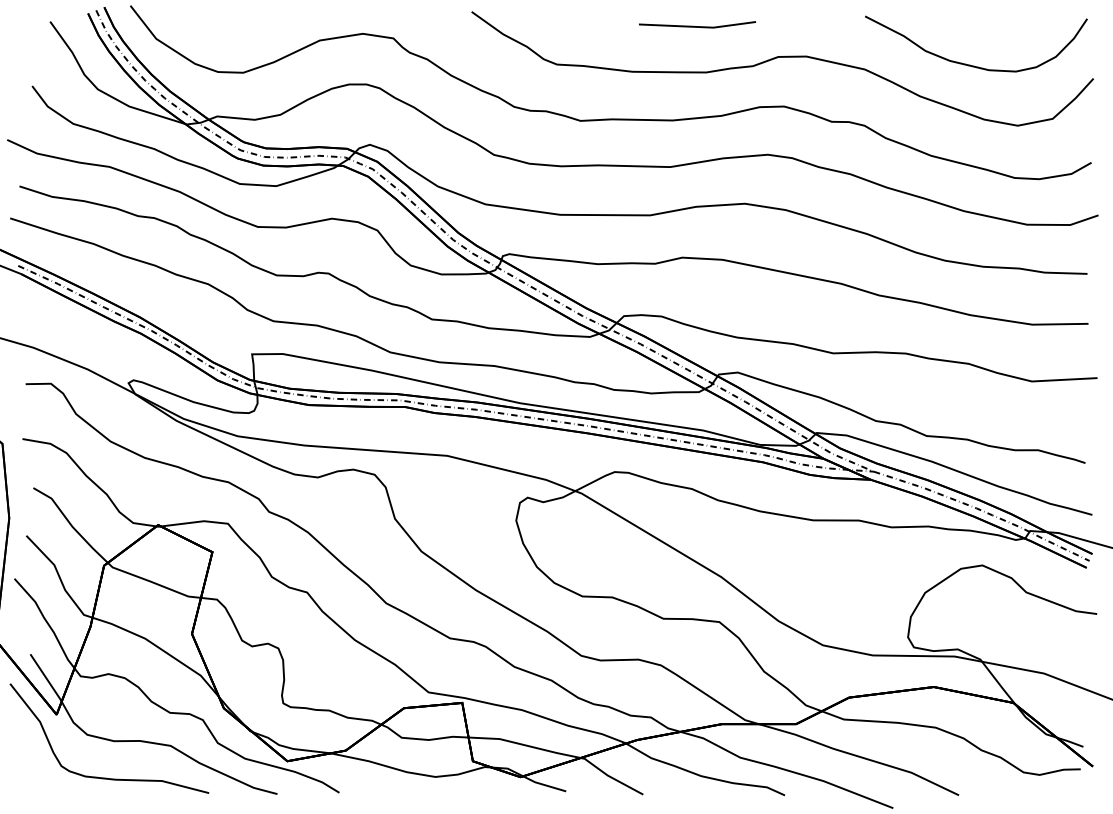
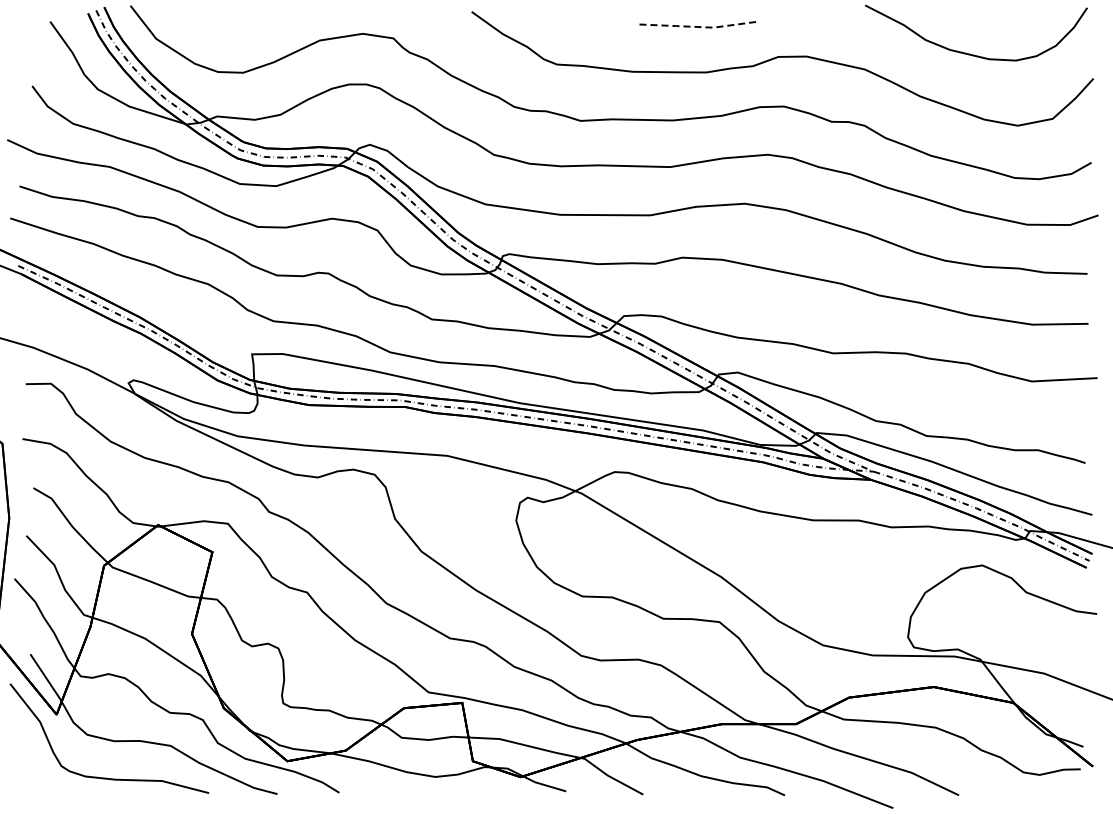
line at (697, 26): solid -> dashed
curve at (970, 64) position: (970, 64) -> (970, 53)
